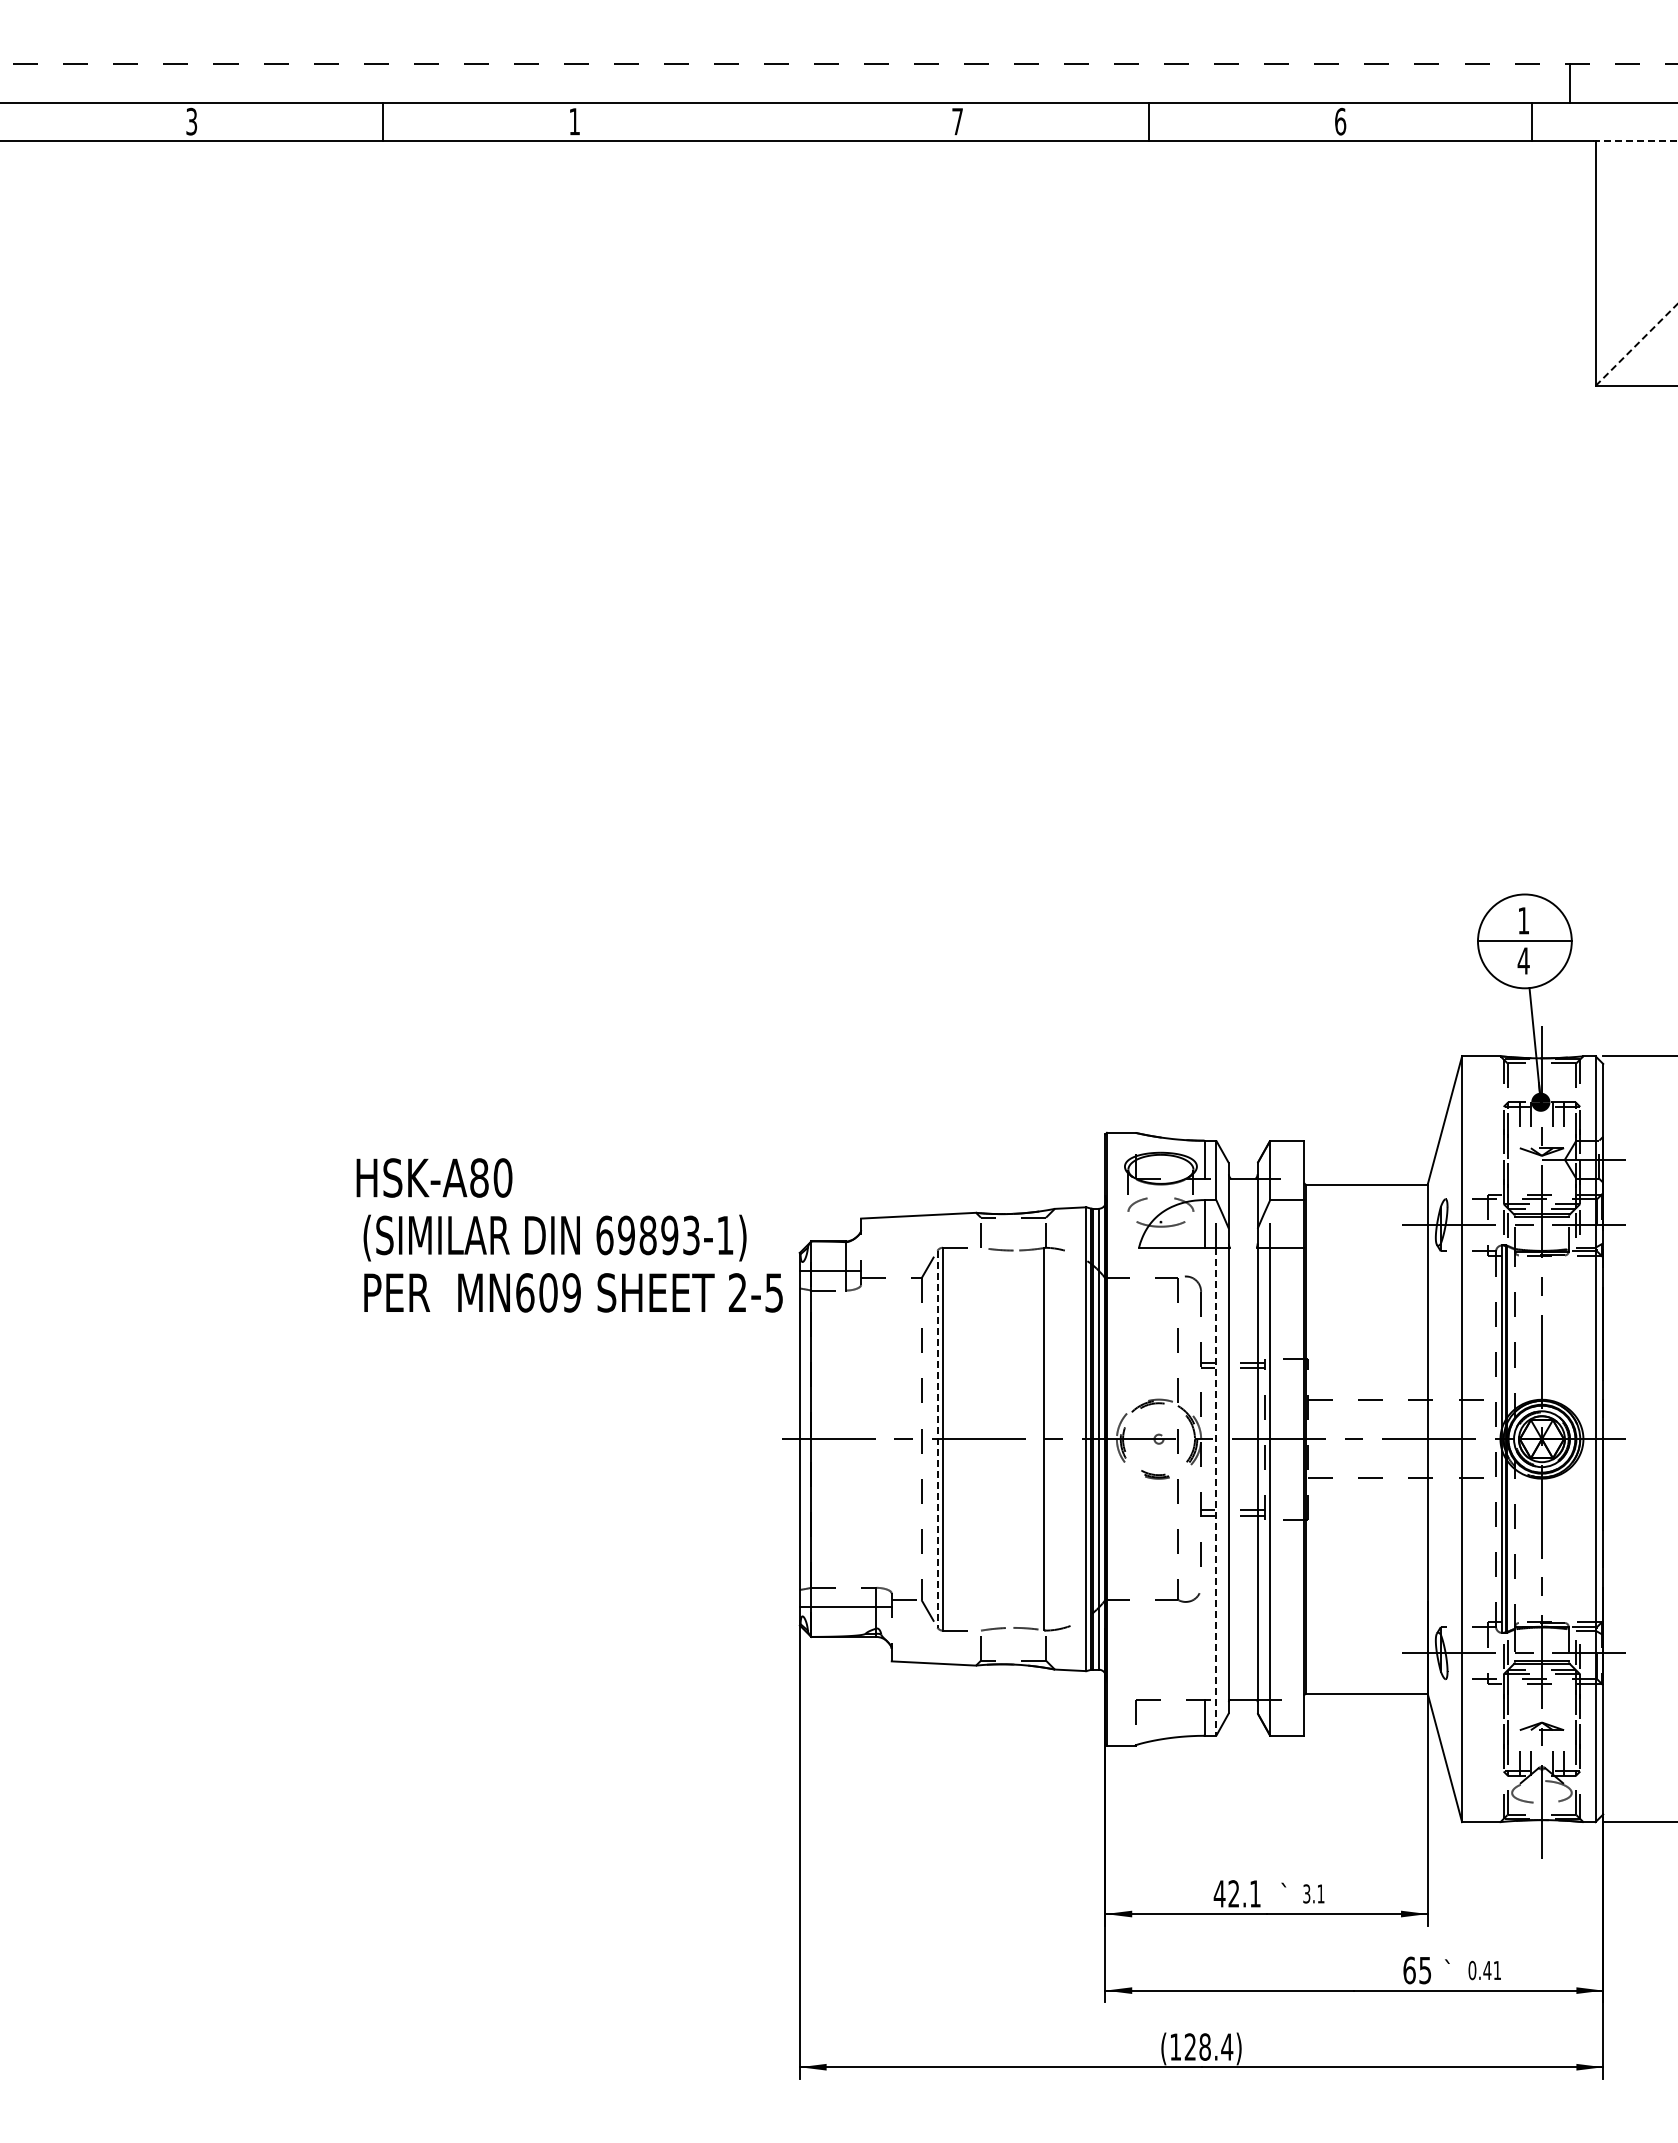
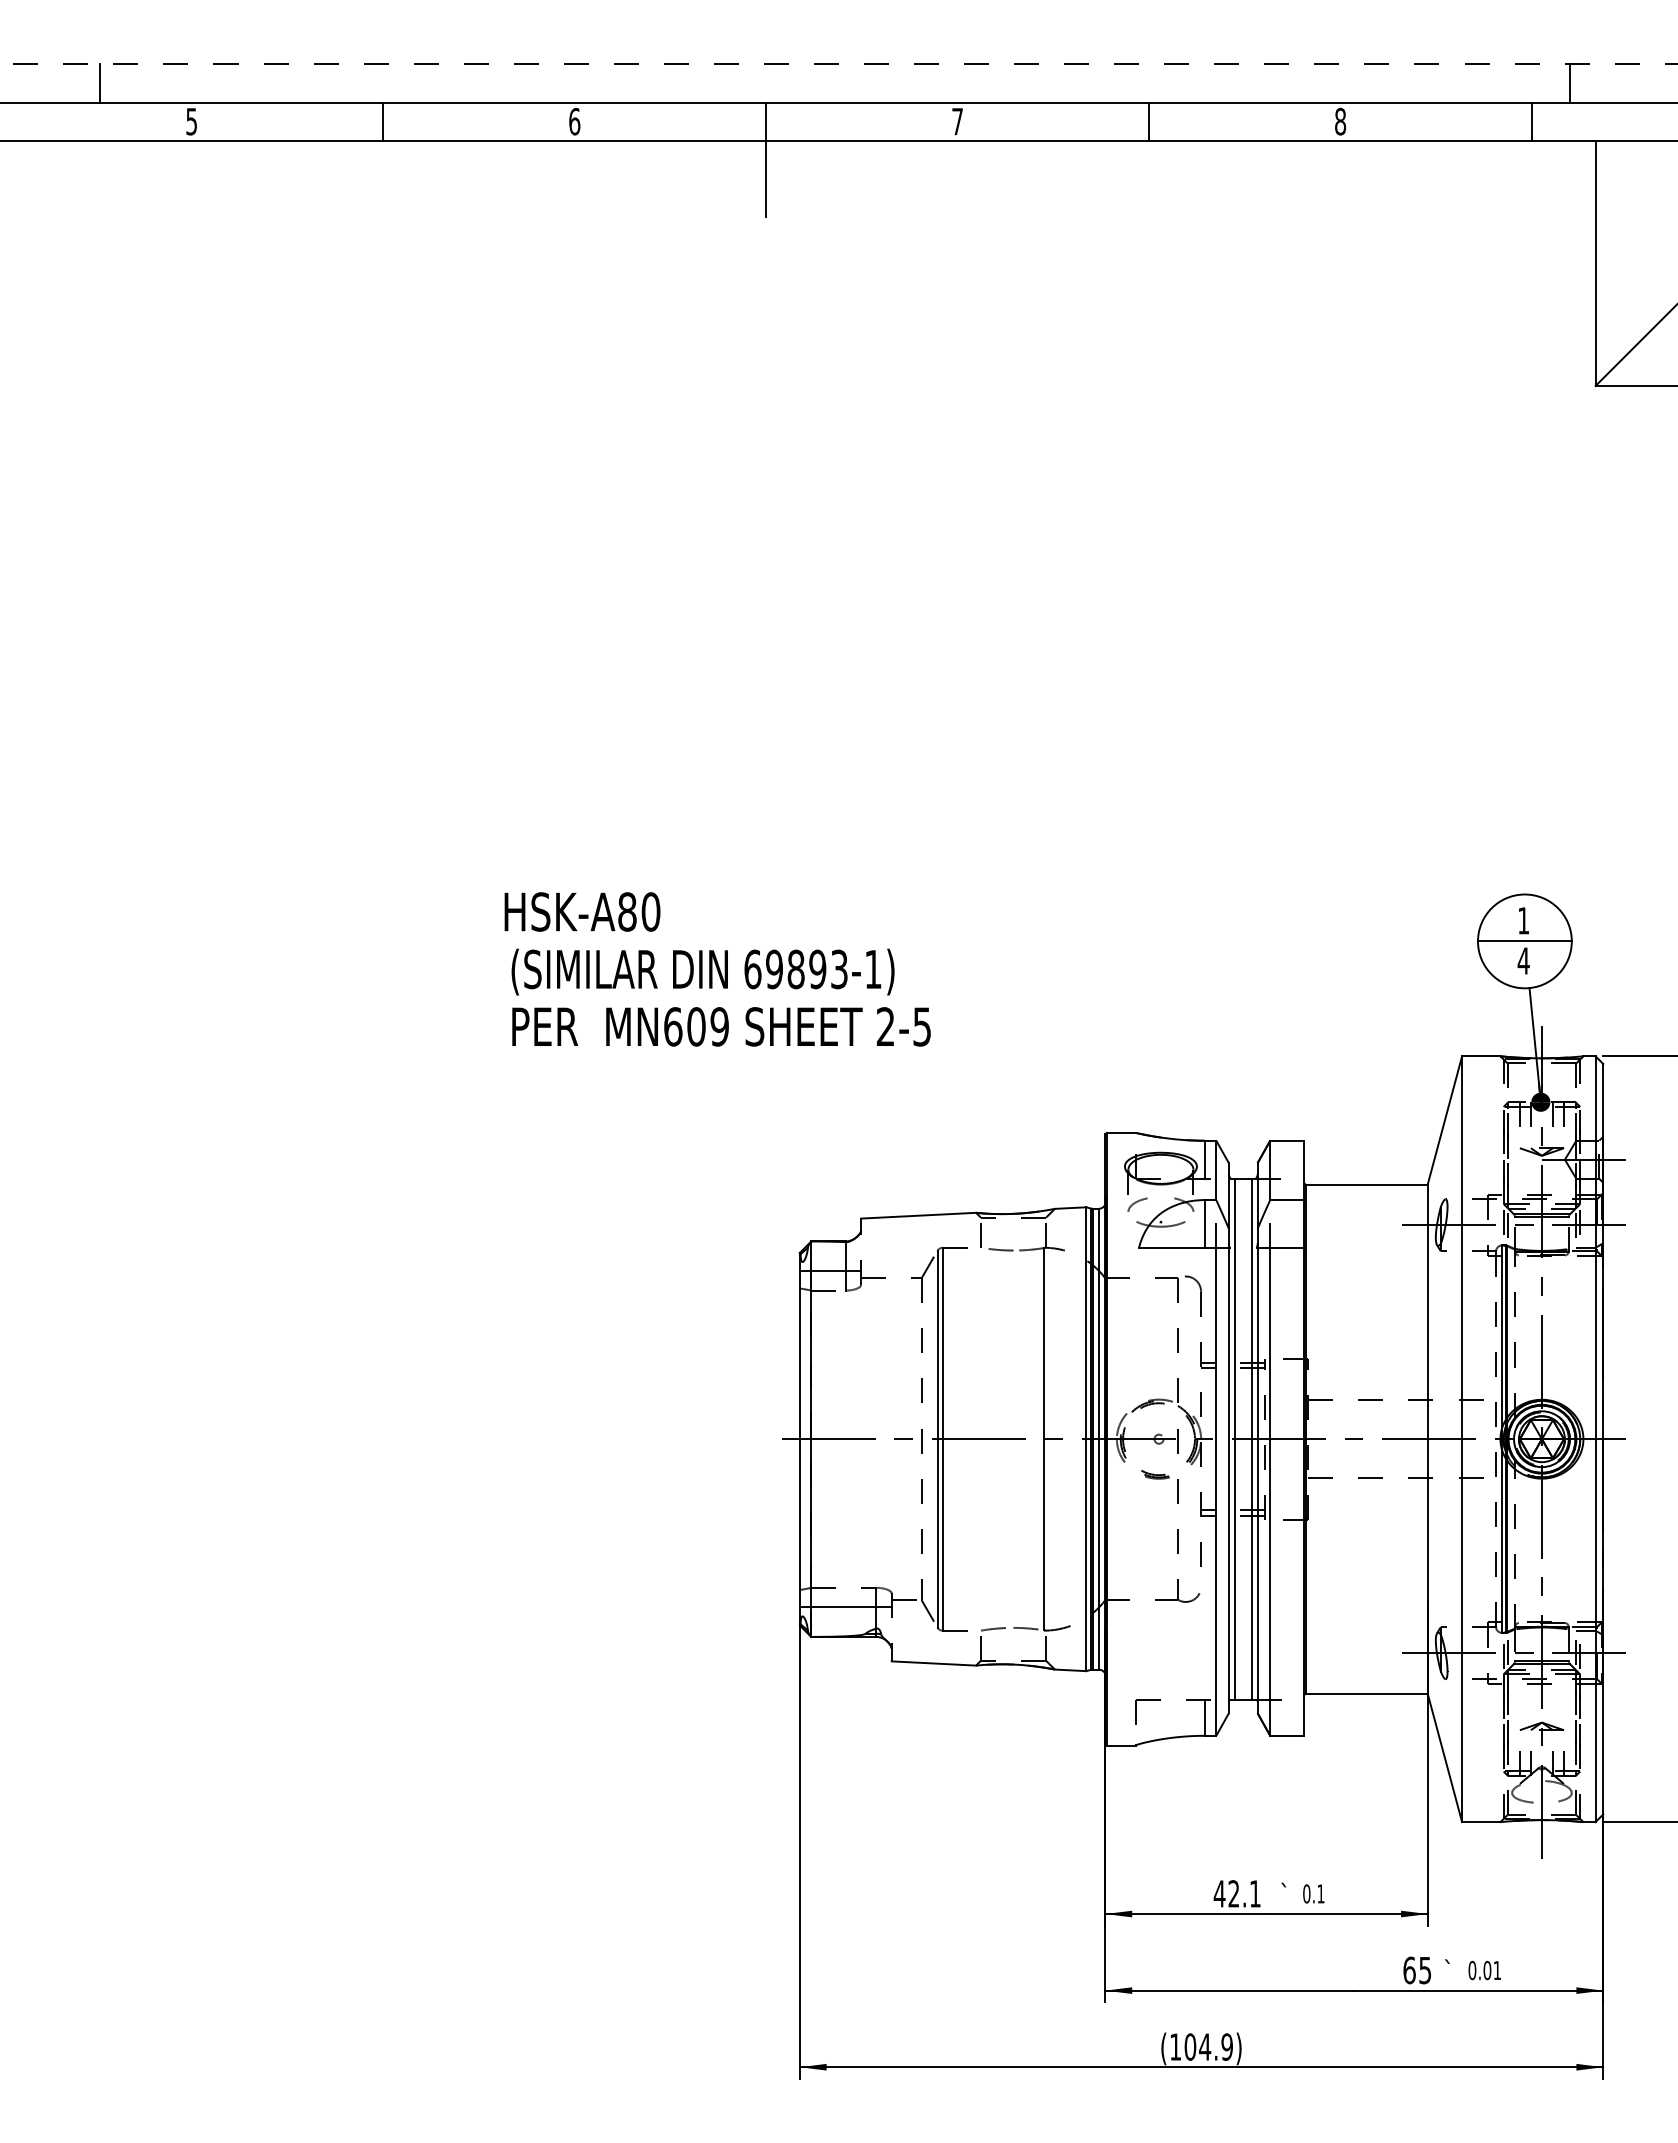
line at (99, 83): none -> present
text at (192, 120): 3 -> 5
text at (574, 121): 1 -> 6
text at (1340, 121): 6 -> 8
line at (1634, 140): dashed -> solid
line at (766, 159): none -> present
line at (1636, 344): dashed -> solid
text at (569, 1235) position: (569, 1235) -> (717, 969)
line at (1234, 1438): none -> present
line at (1251, 1438): none -> present
line at (937, 1439): dashed -> solid
line at (1216, 1492): dashed -> solid
text at (1306, 1893): 3.1 -> 0.1
text at (1487, 1970): 0.41 -> 0.01
text at (1208, 2046): (128.4) -> (104.9)
